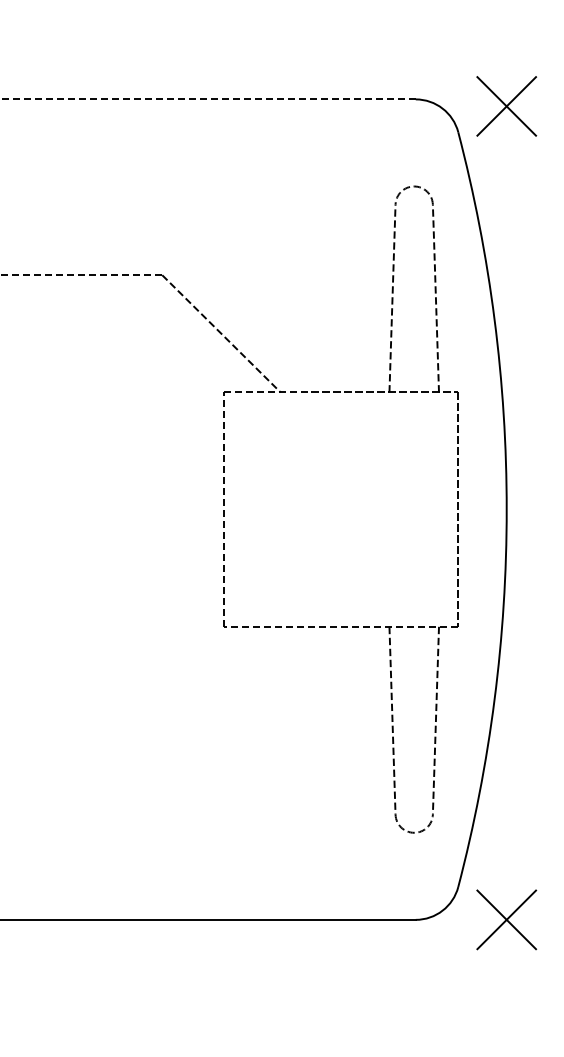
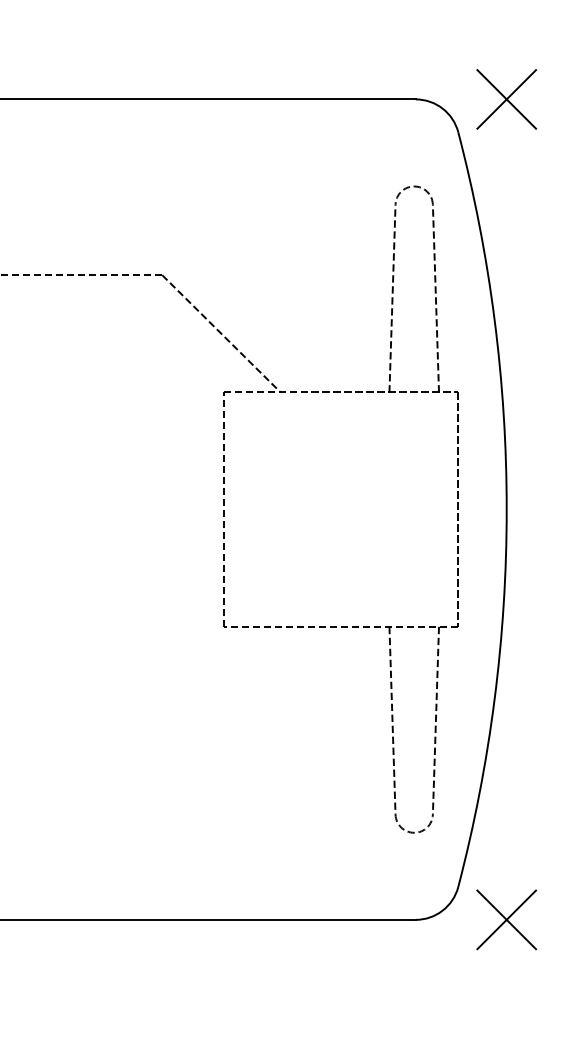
line at (207, 99): dashed -> solid
part at (506, 106) position: (506, 106) -> (506, 99)
